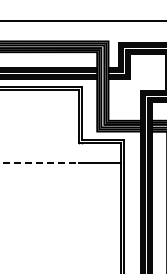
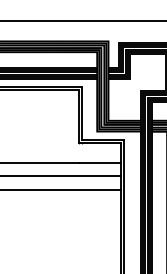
line at (39, 162): dashed -> solid
line at (61, 176): none -> present
line at (61, 189): none -> present
